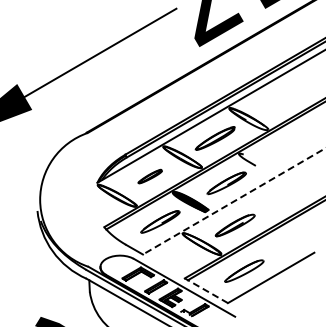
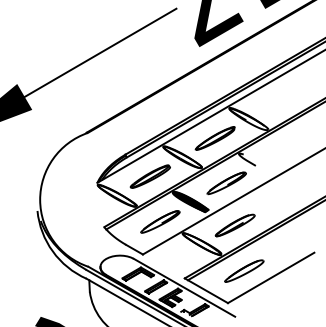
part at (149, 176) size: 26x17 px -> 42x25 px
line at (233, 201): dashed -> solid
line at (206, 290): dashed -> solid
